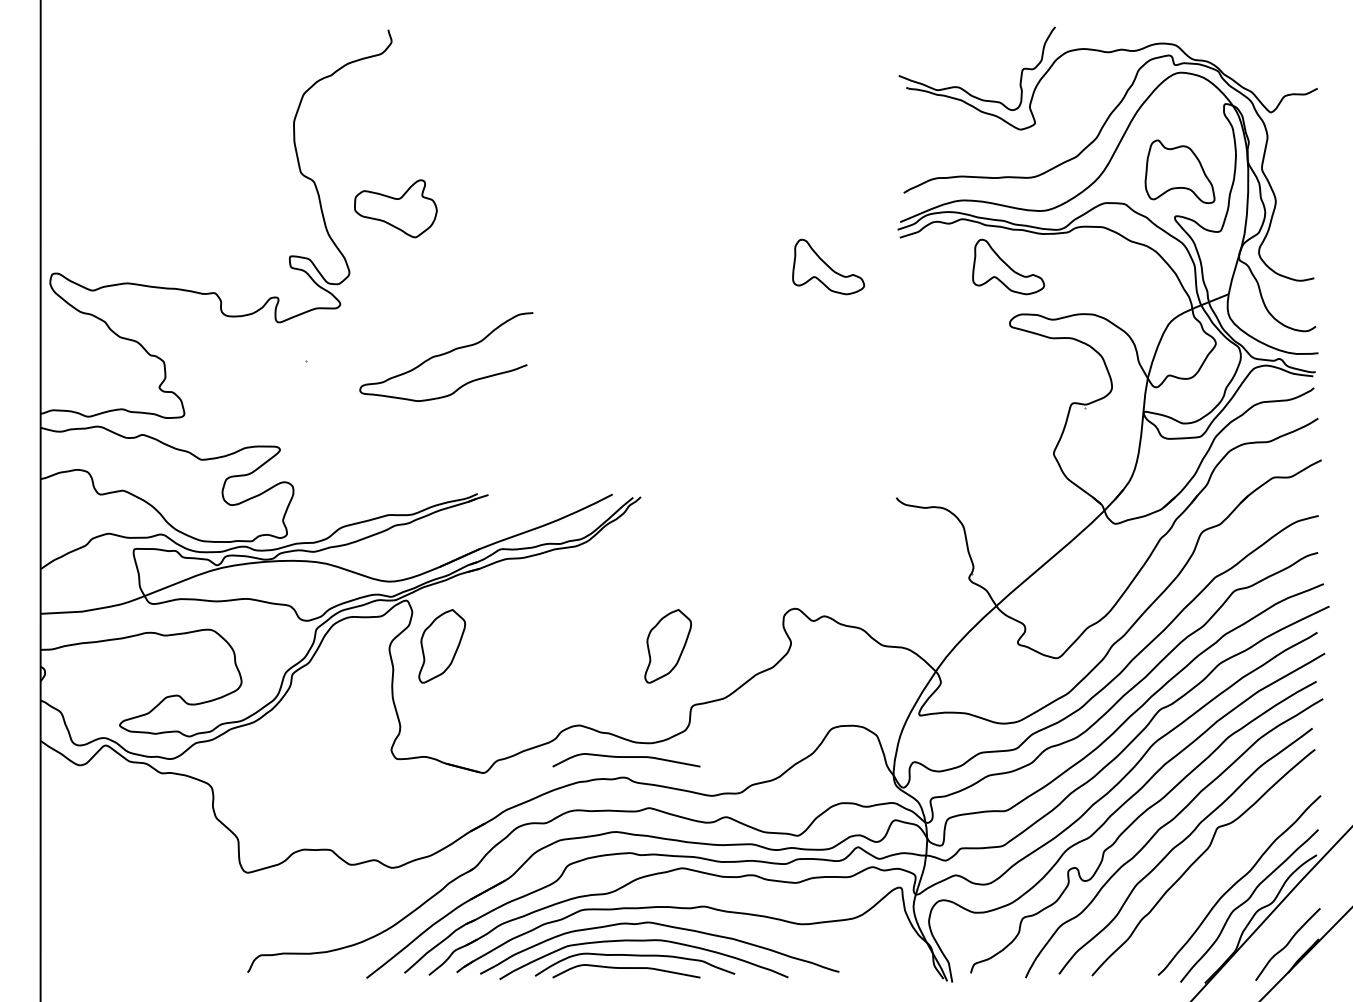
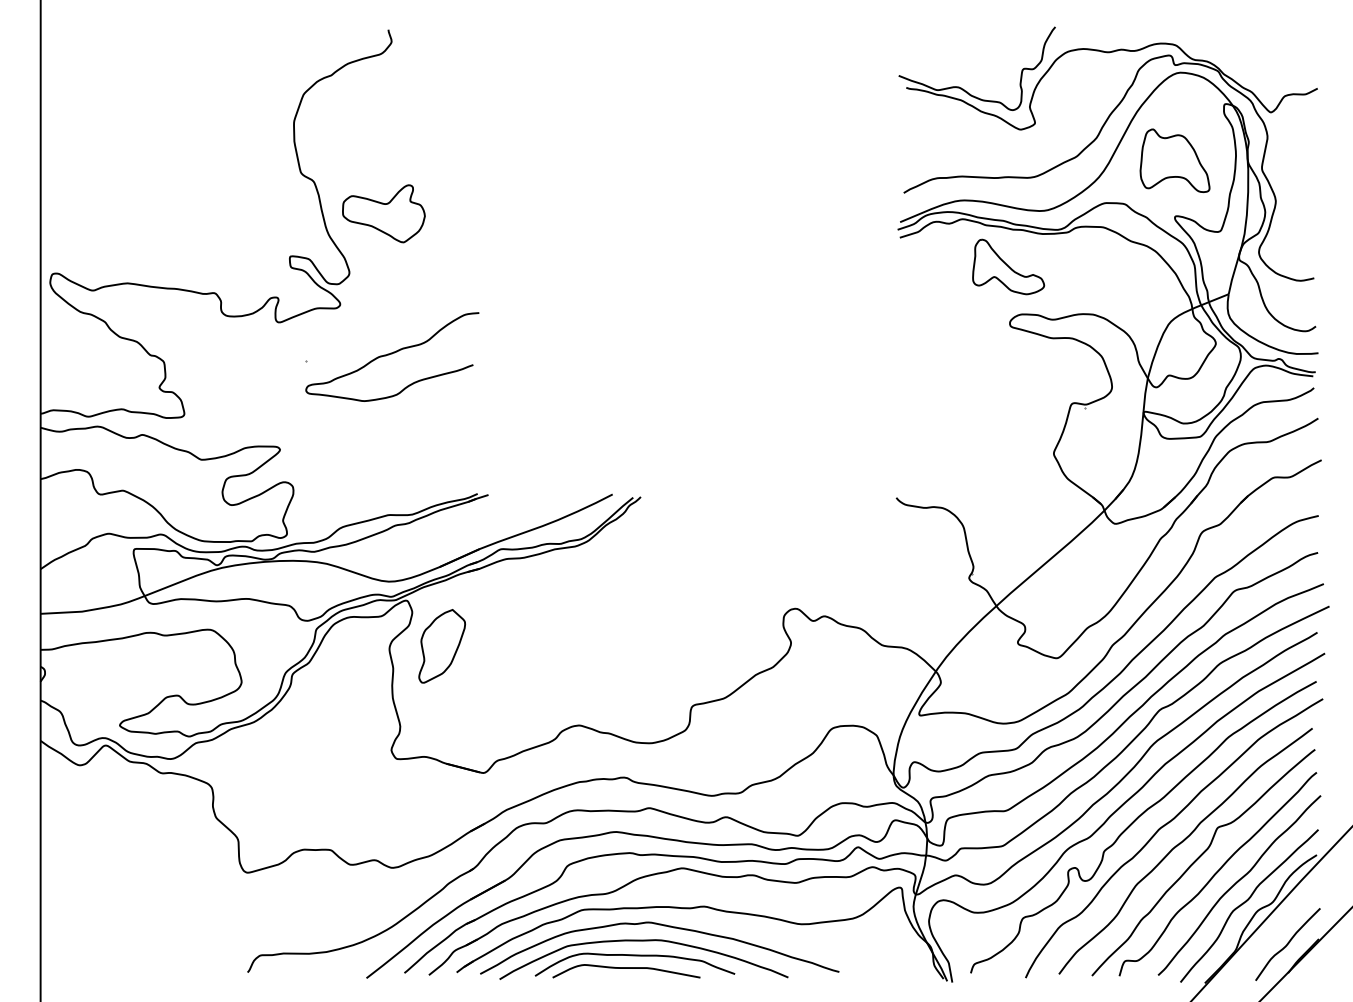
part at (1179, 171) position: (1179, 171) -> (1174, 160)
part at (395, 208) position: (395, 208) -> (383, 213)
part at (828, 266): present -> none
curve at (446, 354) position: (446, 354) -> (392, 354)
part at (667, 646): present -> none
curve at (626, 757): present -> none
curve at (1217, 873): none -> present
